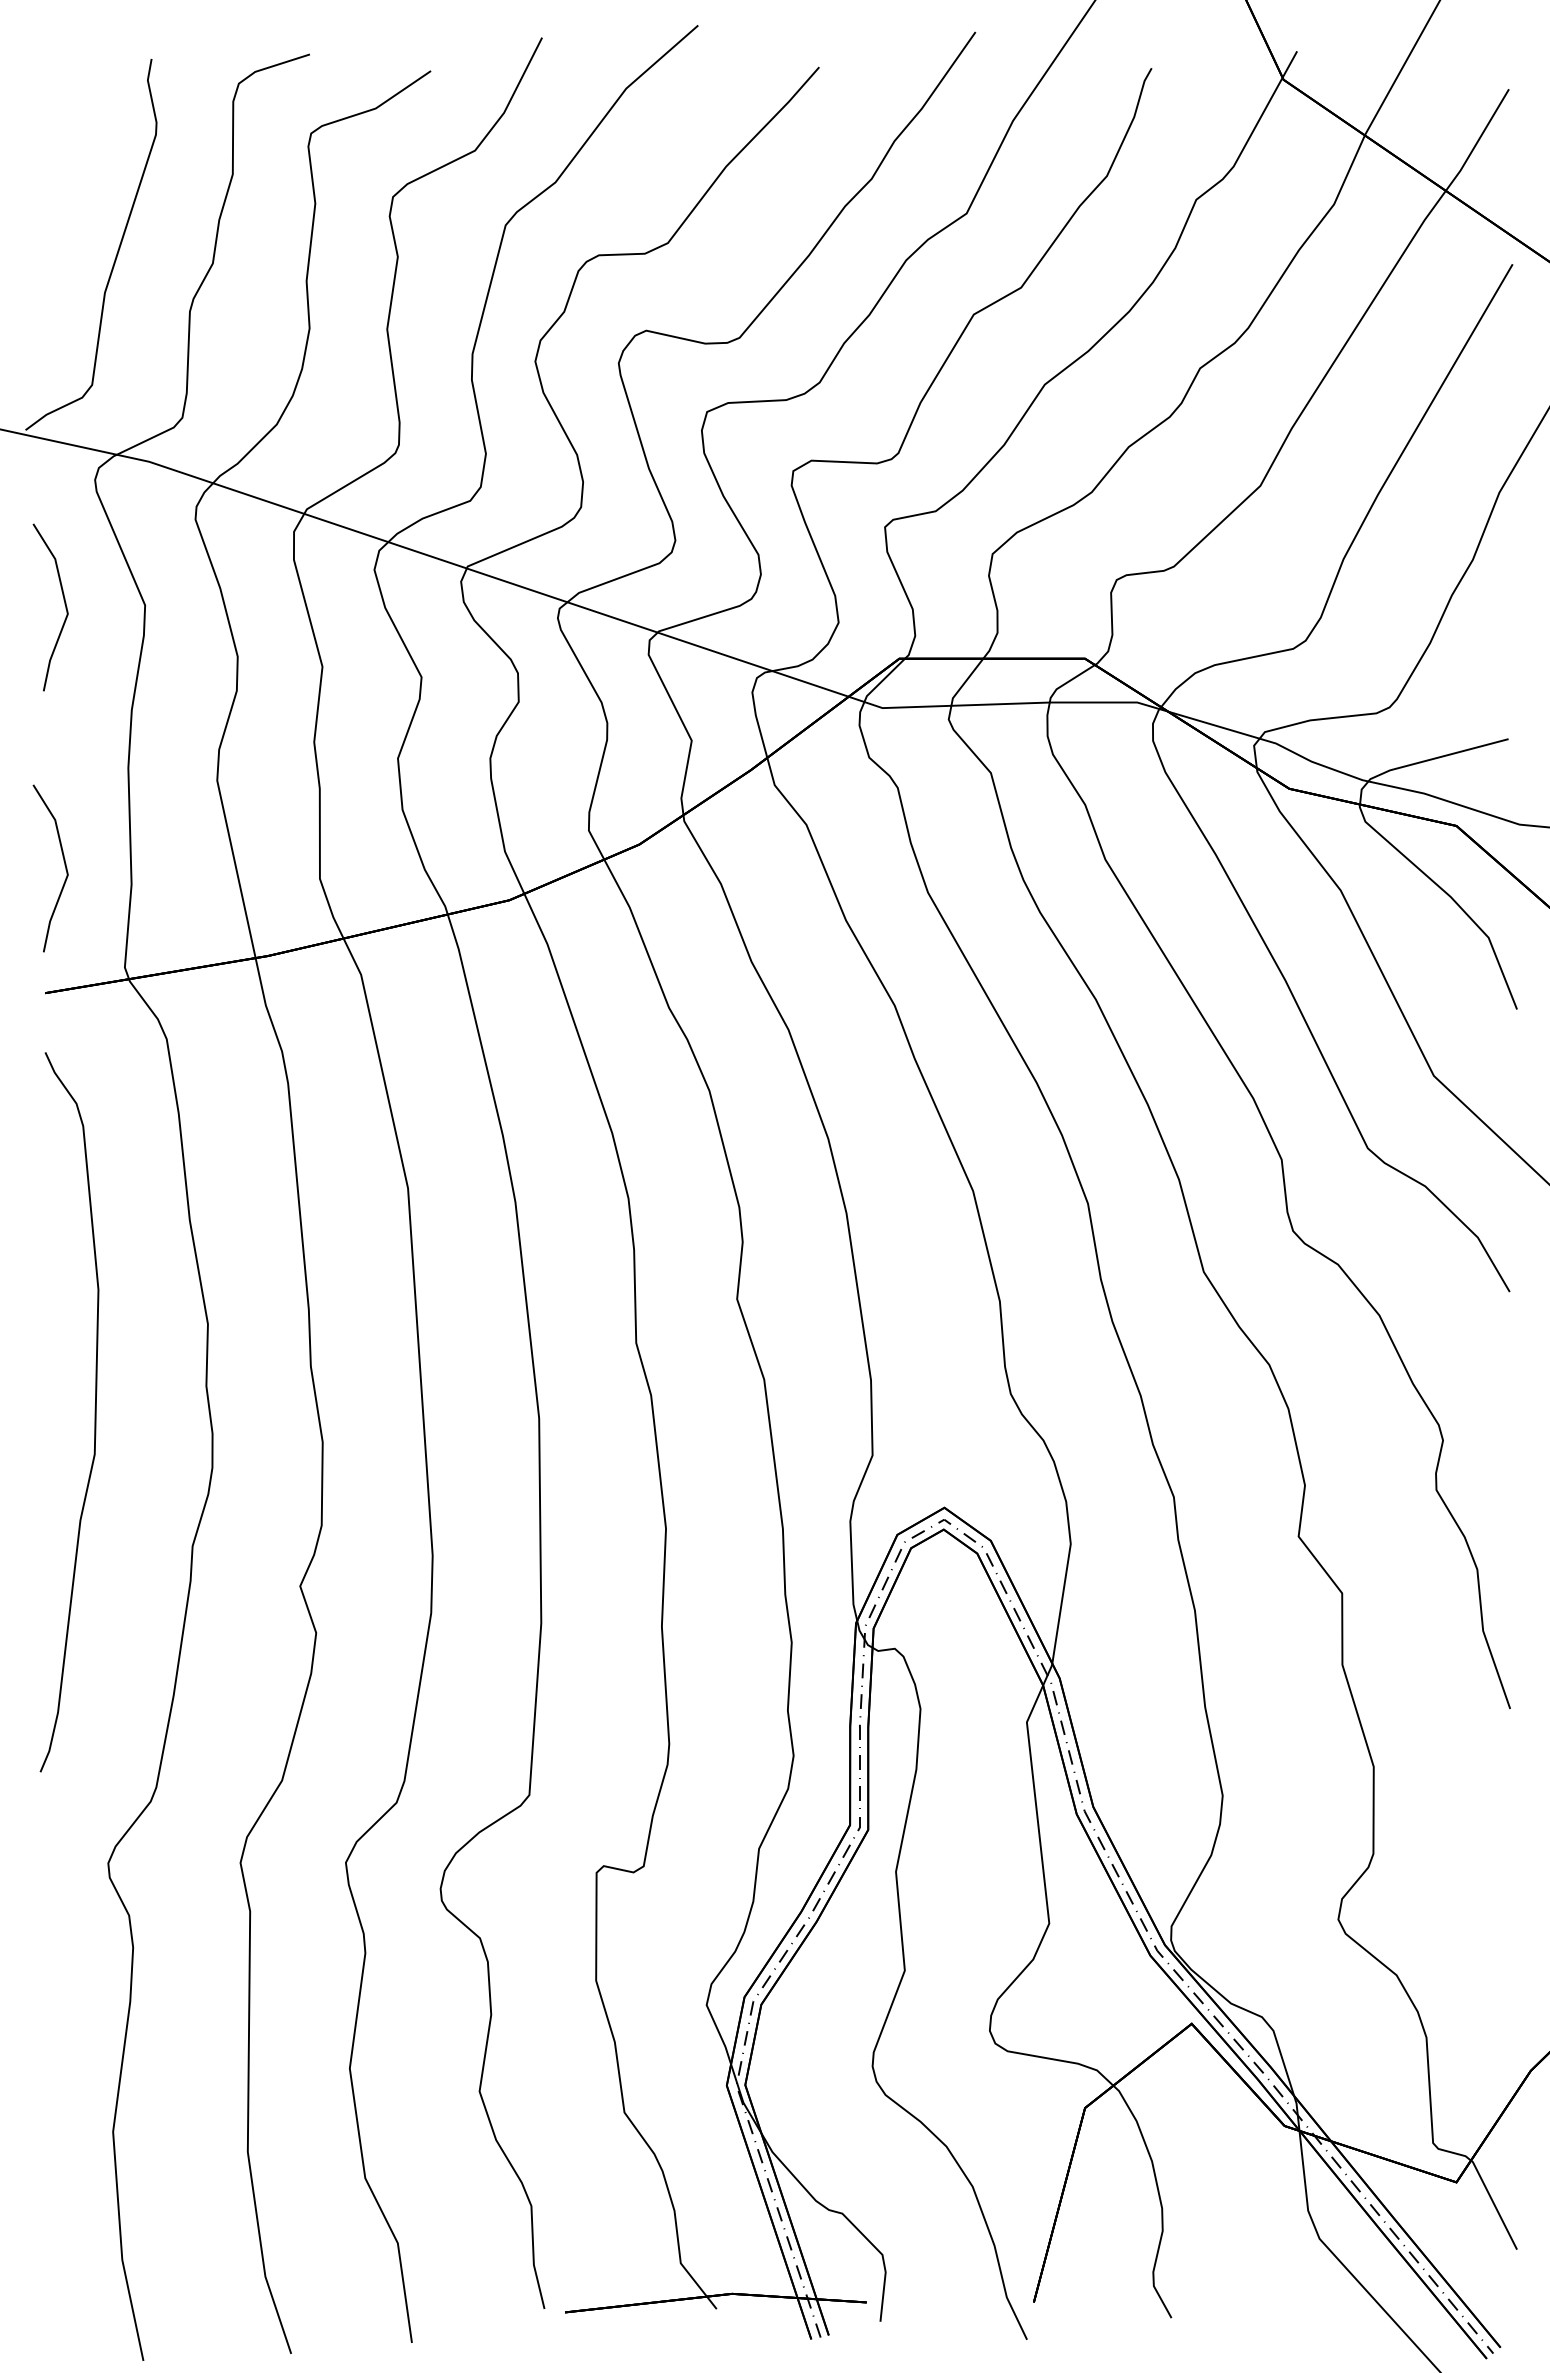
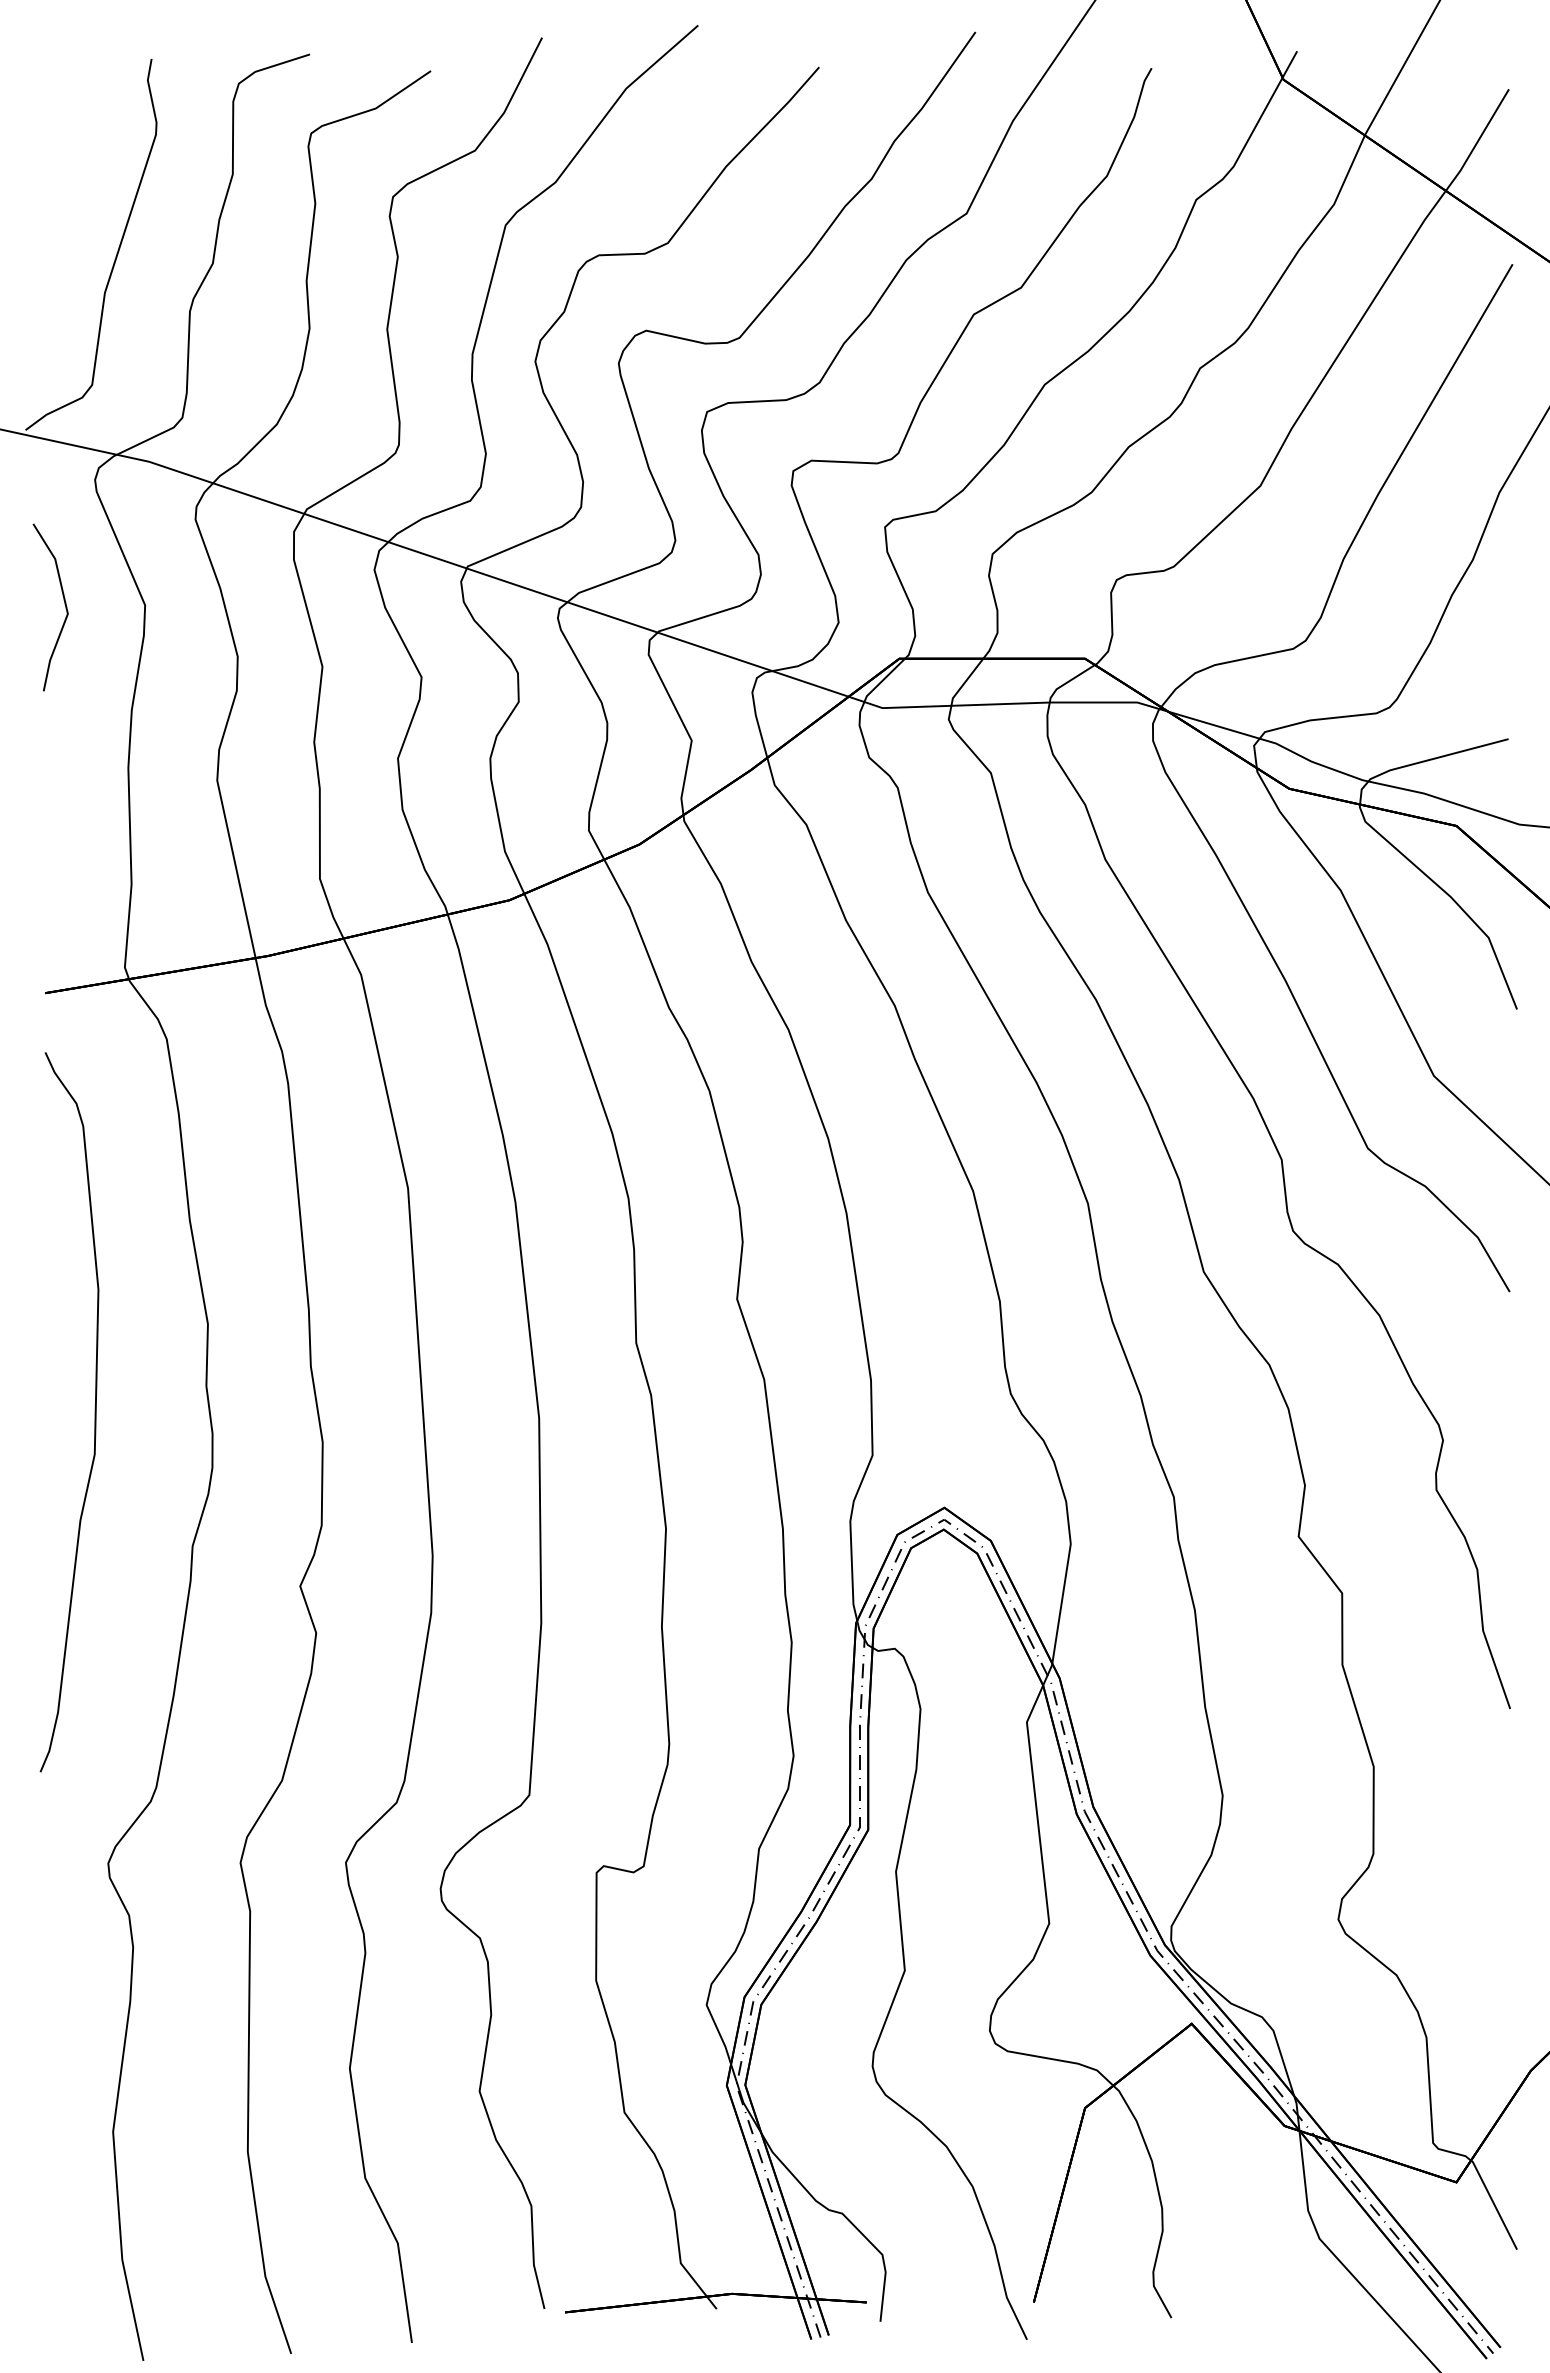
line at (64, 865): present -> none
